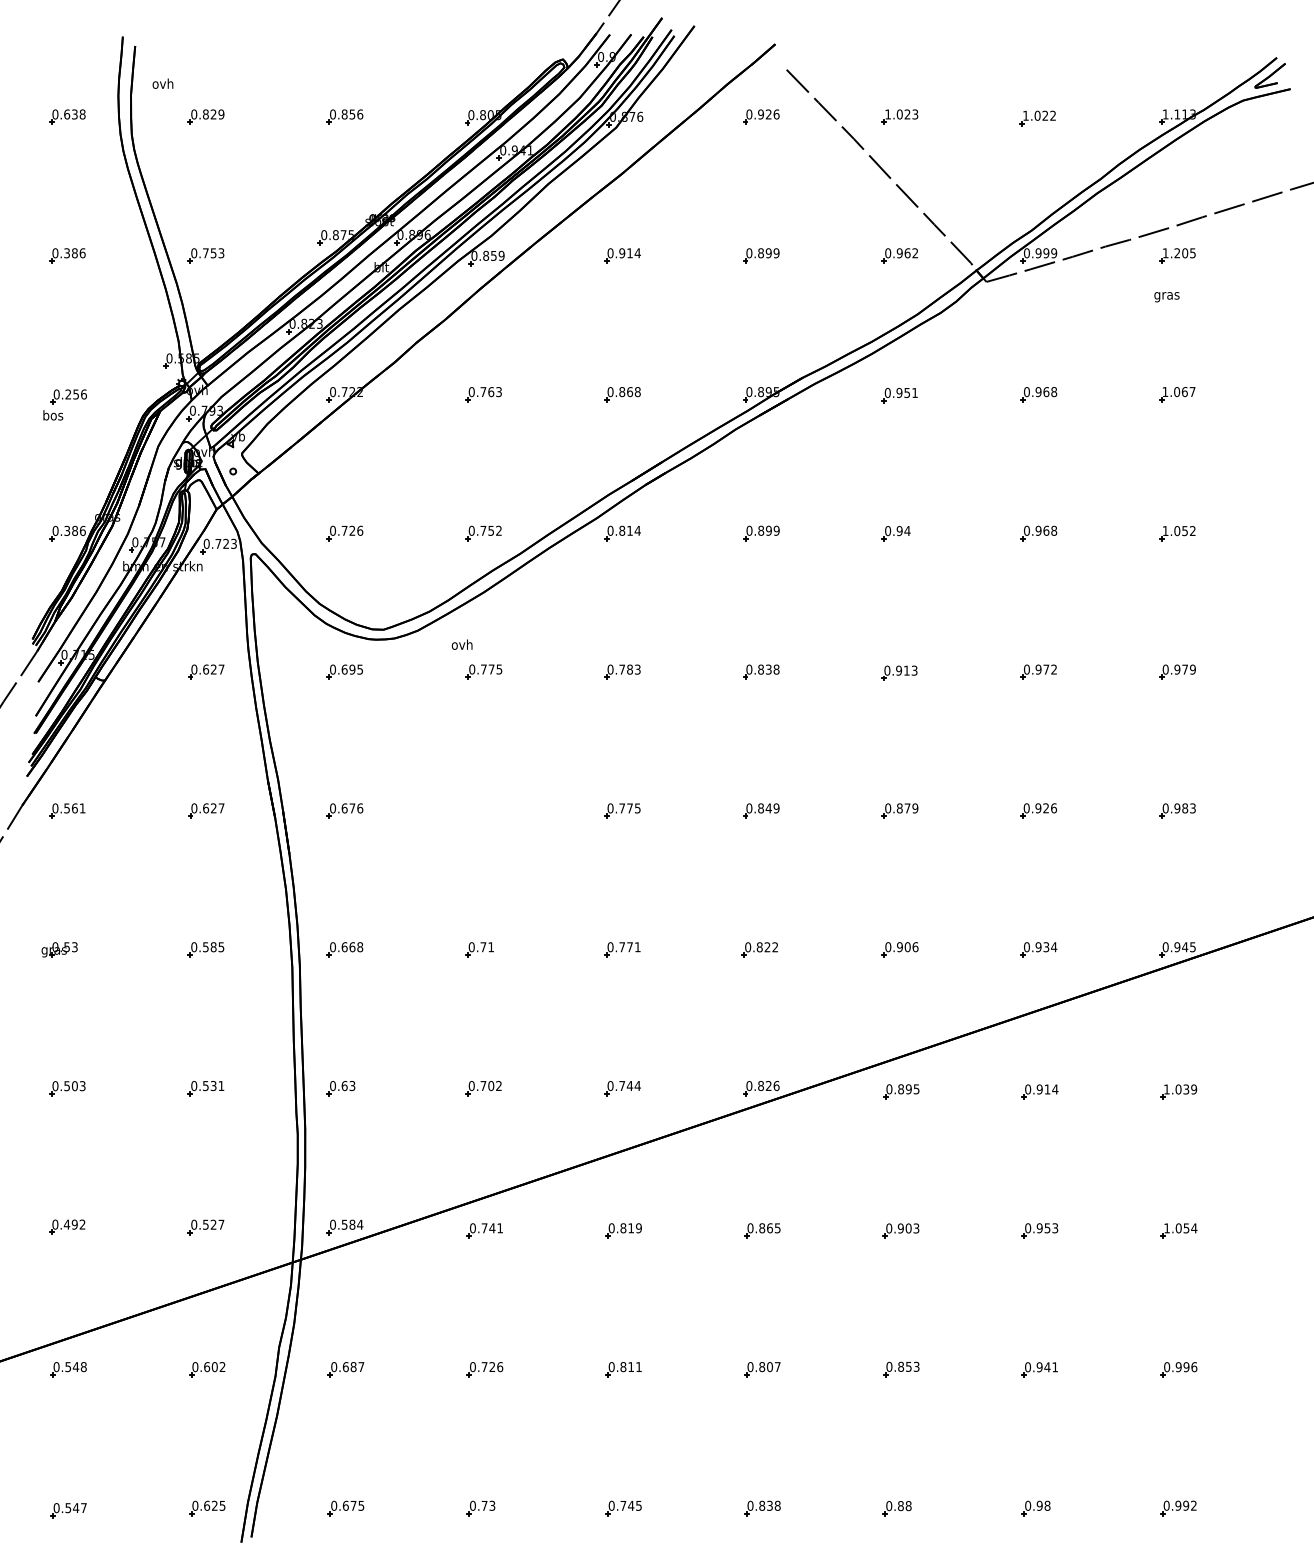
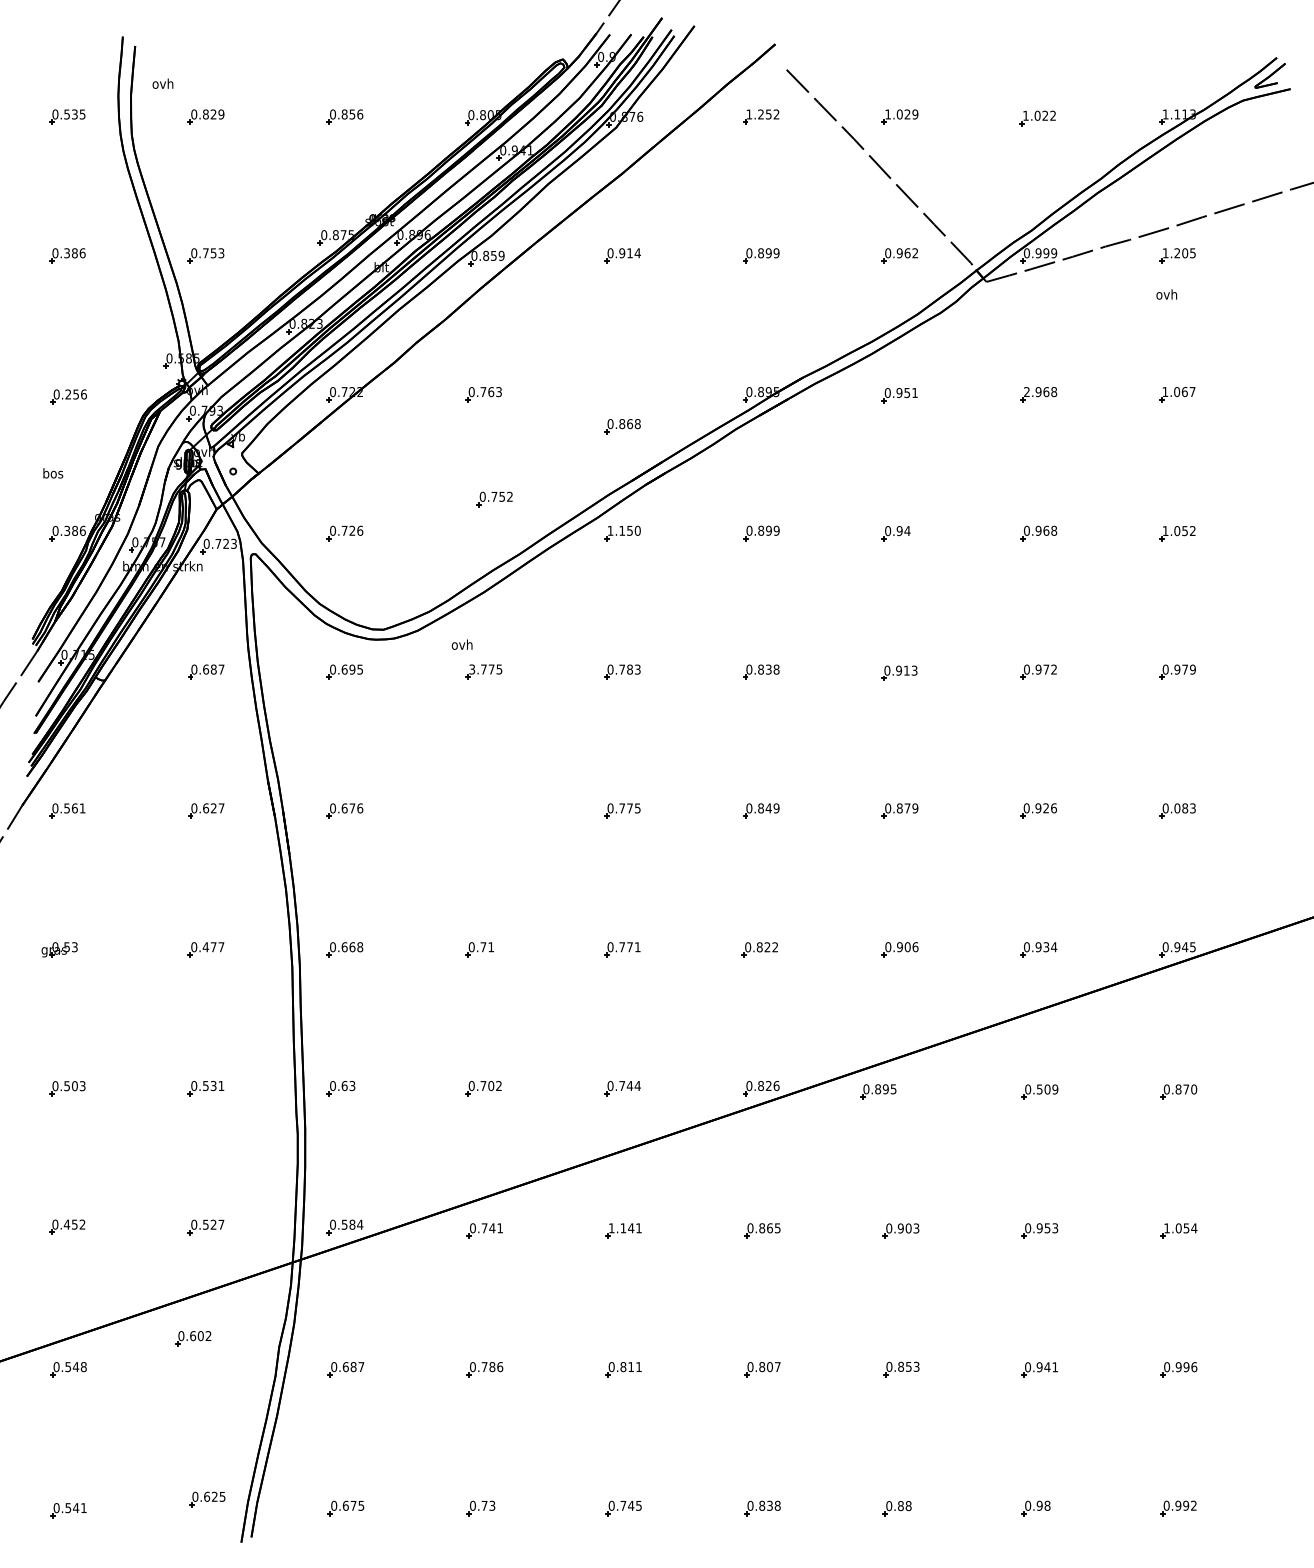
text at (74, 114): 0.638 -> 0.535
text at (762, 114): 0.926 -> 1.252
text at (915, 114): 1.023 -> 1.029
text at (1166, 295): gras -> ovh
text at (1026, 392): 0.968 -> 2.968
part at (622, 394) position: (622, 394) -> (622, 426)
text at (53, 415) position: (53, 415) -> (53, 473)
text at (623, 530): 0.814 -> 1.150
part at (483, 533) position: (483, 533) -> (494, 499)
text at (213, 669): 0.627 -> 0.687
text at (472, 669): 0.775 -> 3.775
text at (1177, 808): 0.983 -> 0.083
text at (213, 947): 0.585 -> 0.477
text at (1047, 1089): 0.914 -> 0.509
text at (1179, 1089): 1.039 -> 0.870
part at (901, 1091) position: (901, 1091) -> (878, 1091)
text at (74, 1224): 0.492 -> 0.452
text at (624, 1228): 0.819 -> 1.141
text at (492, 1367): 0.726 -> 0.786
part at (207, 1369) position: (207, 1369) -> (193, 1338)
text at (83, 1507): 0.547 -> 0.541
part at (207, 1508) position: (207, 1508) -> (207, 1499)
